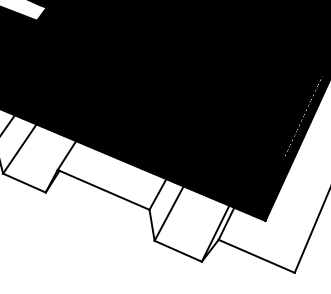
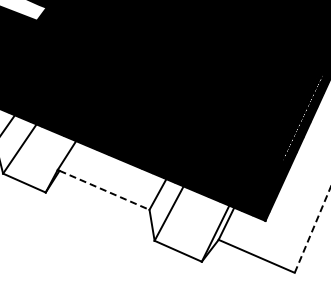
line at (104, 190): solid -> dashed
line at (312, 229): solid -> dashed
